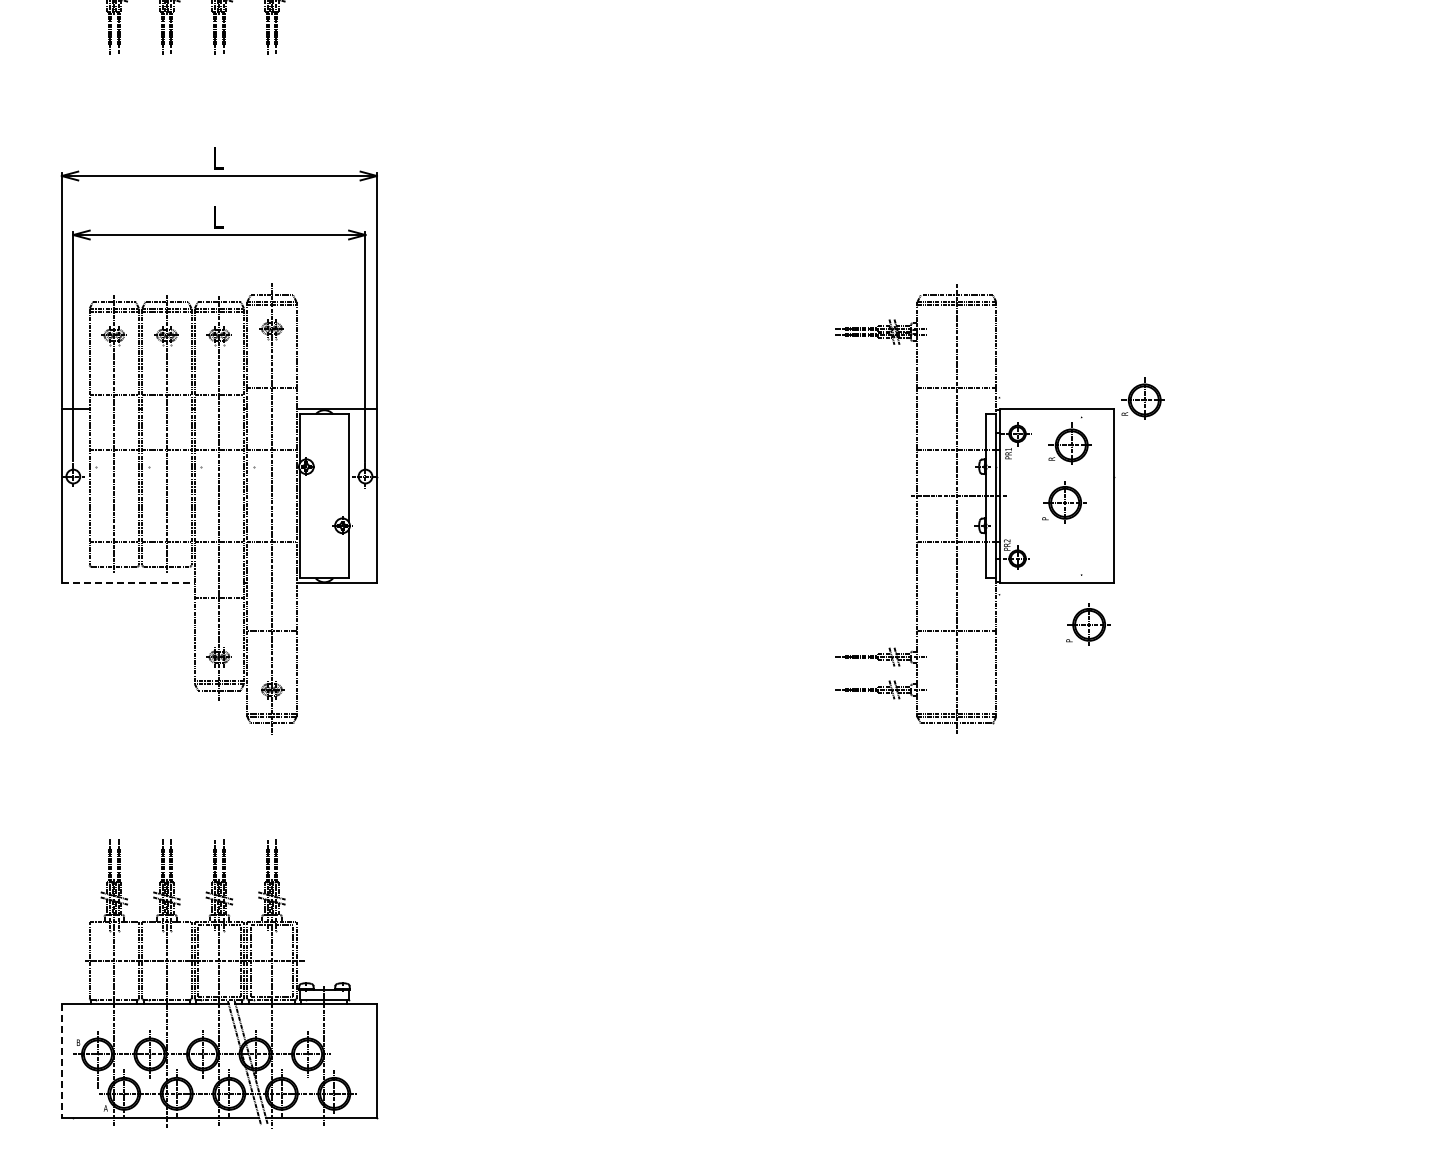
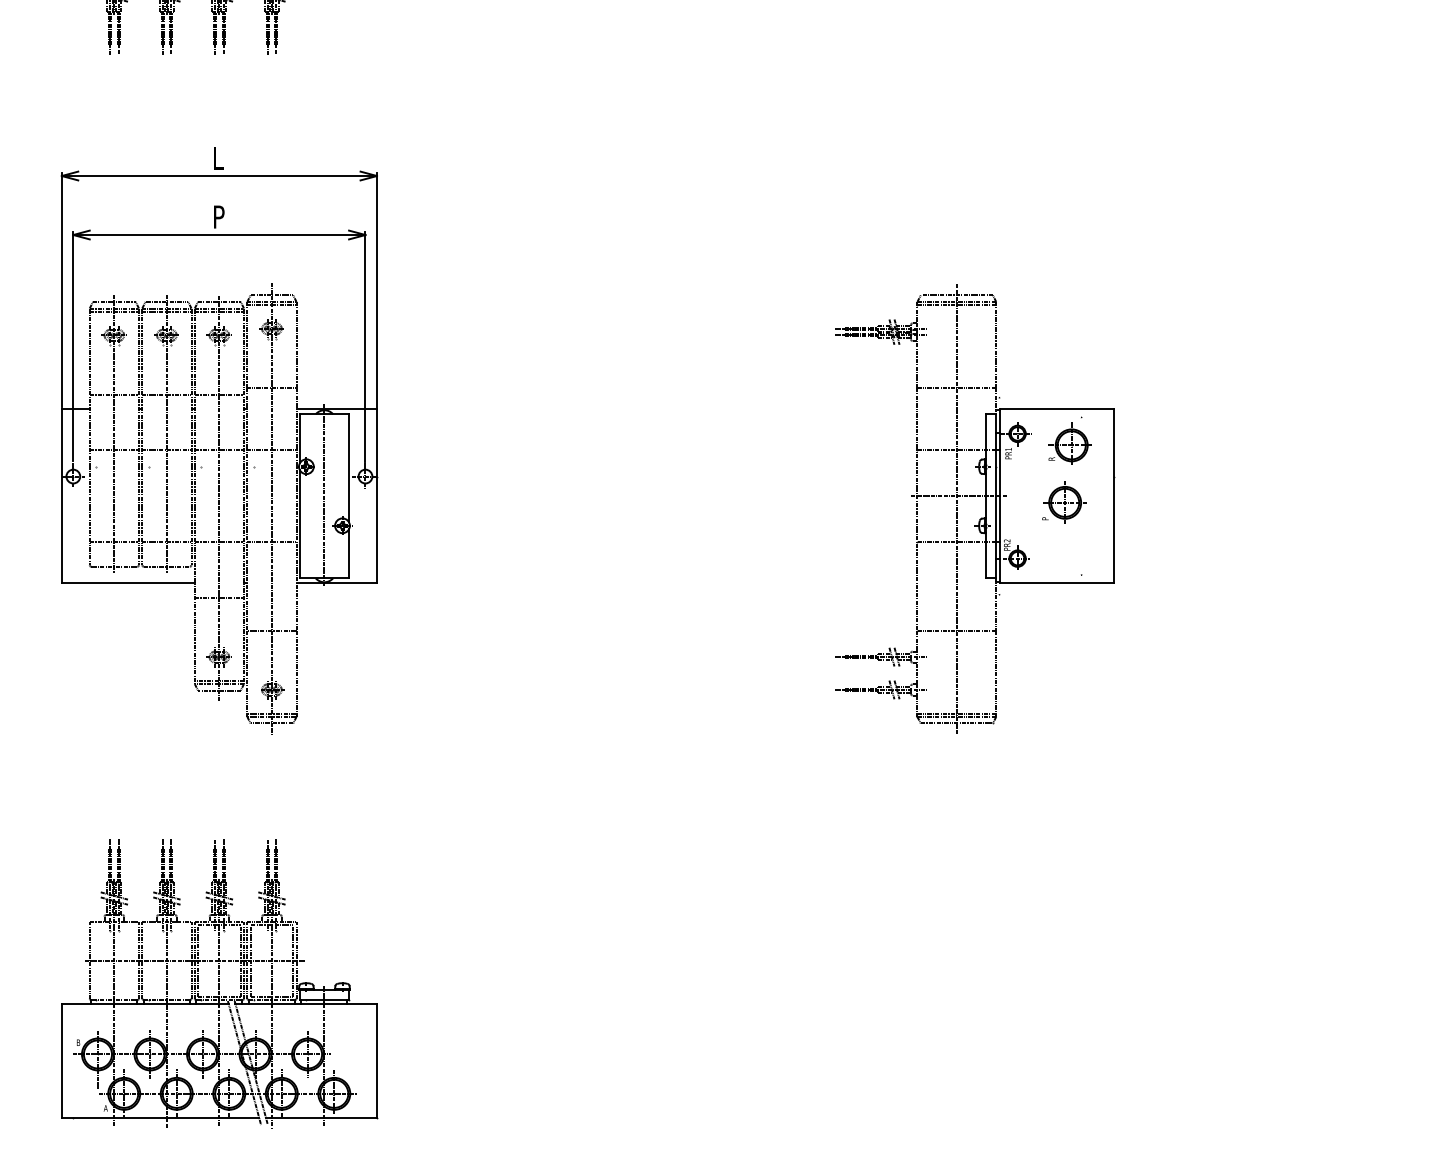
text at (219, 216): L -> P
part at (1142, 398): present -> none
line at (324, 496): none -> present
line at (128, 583): dashed -> solid
part at (1088, 624): present -> none
line at (61, 1061): dashed -> solid
